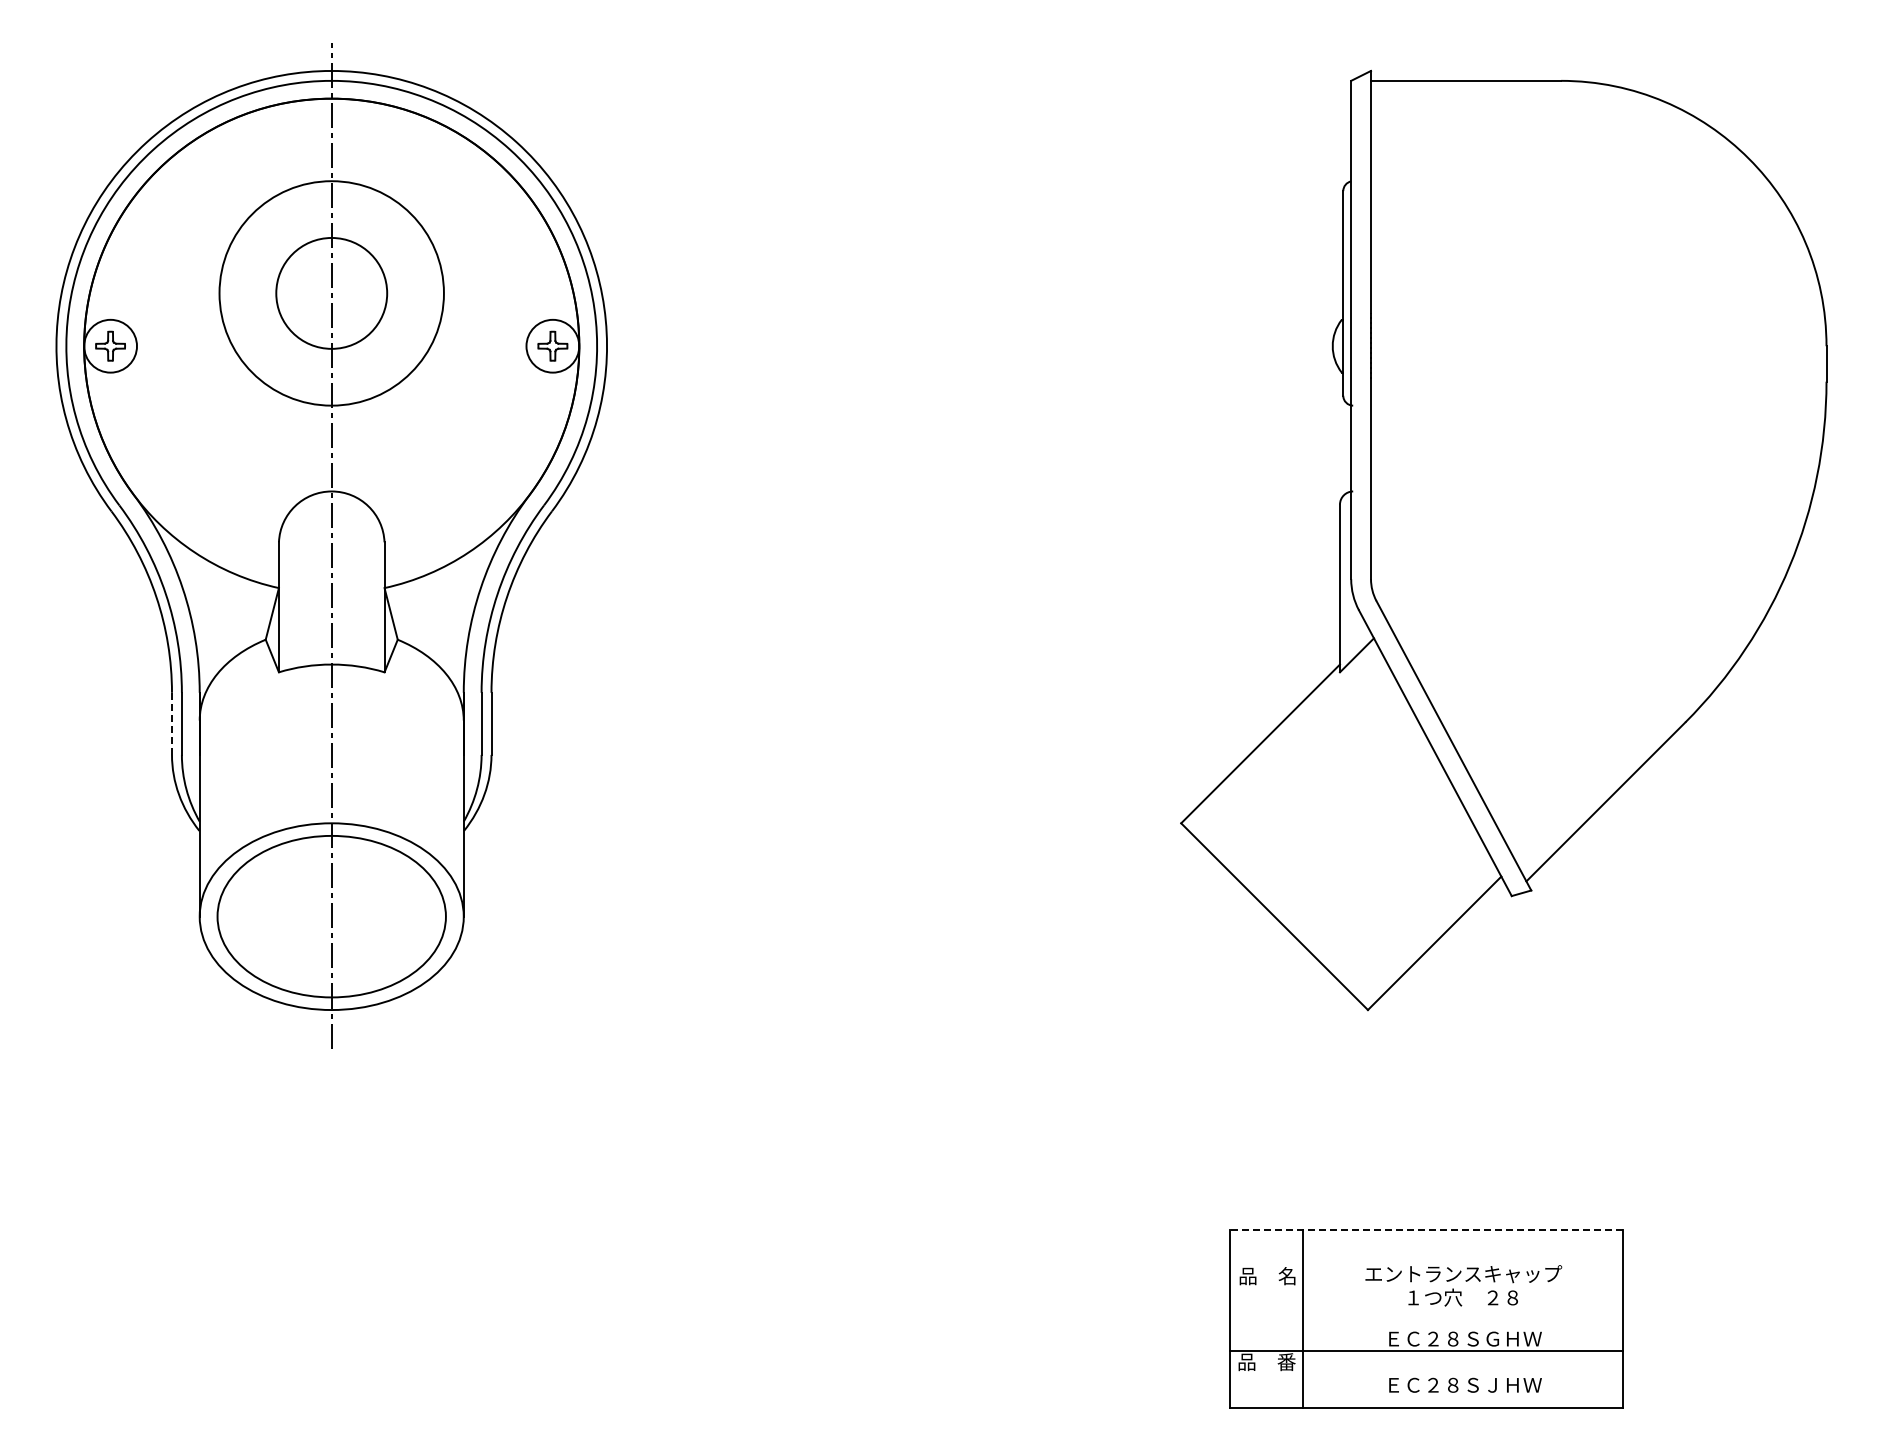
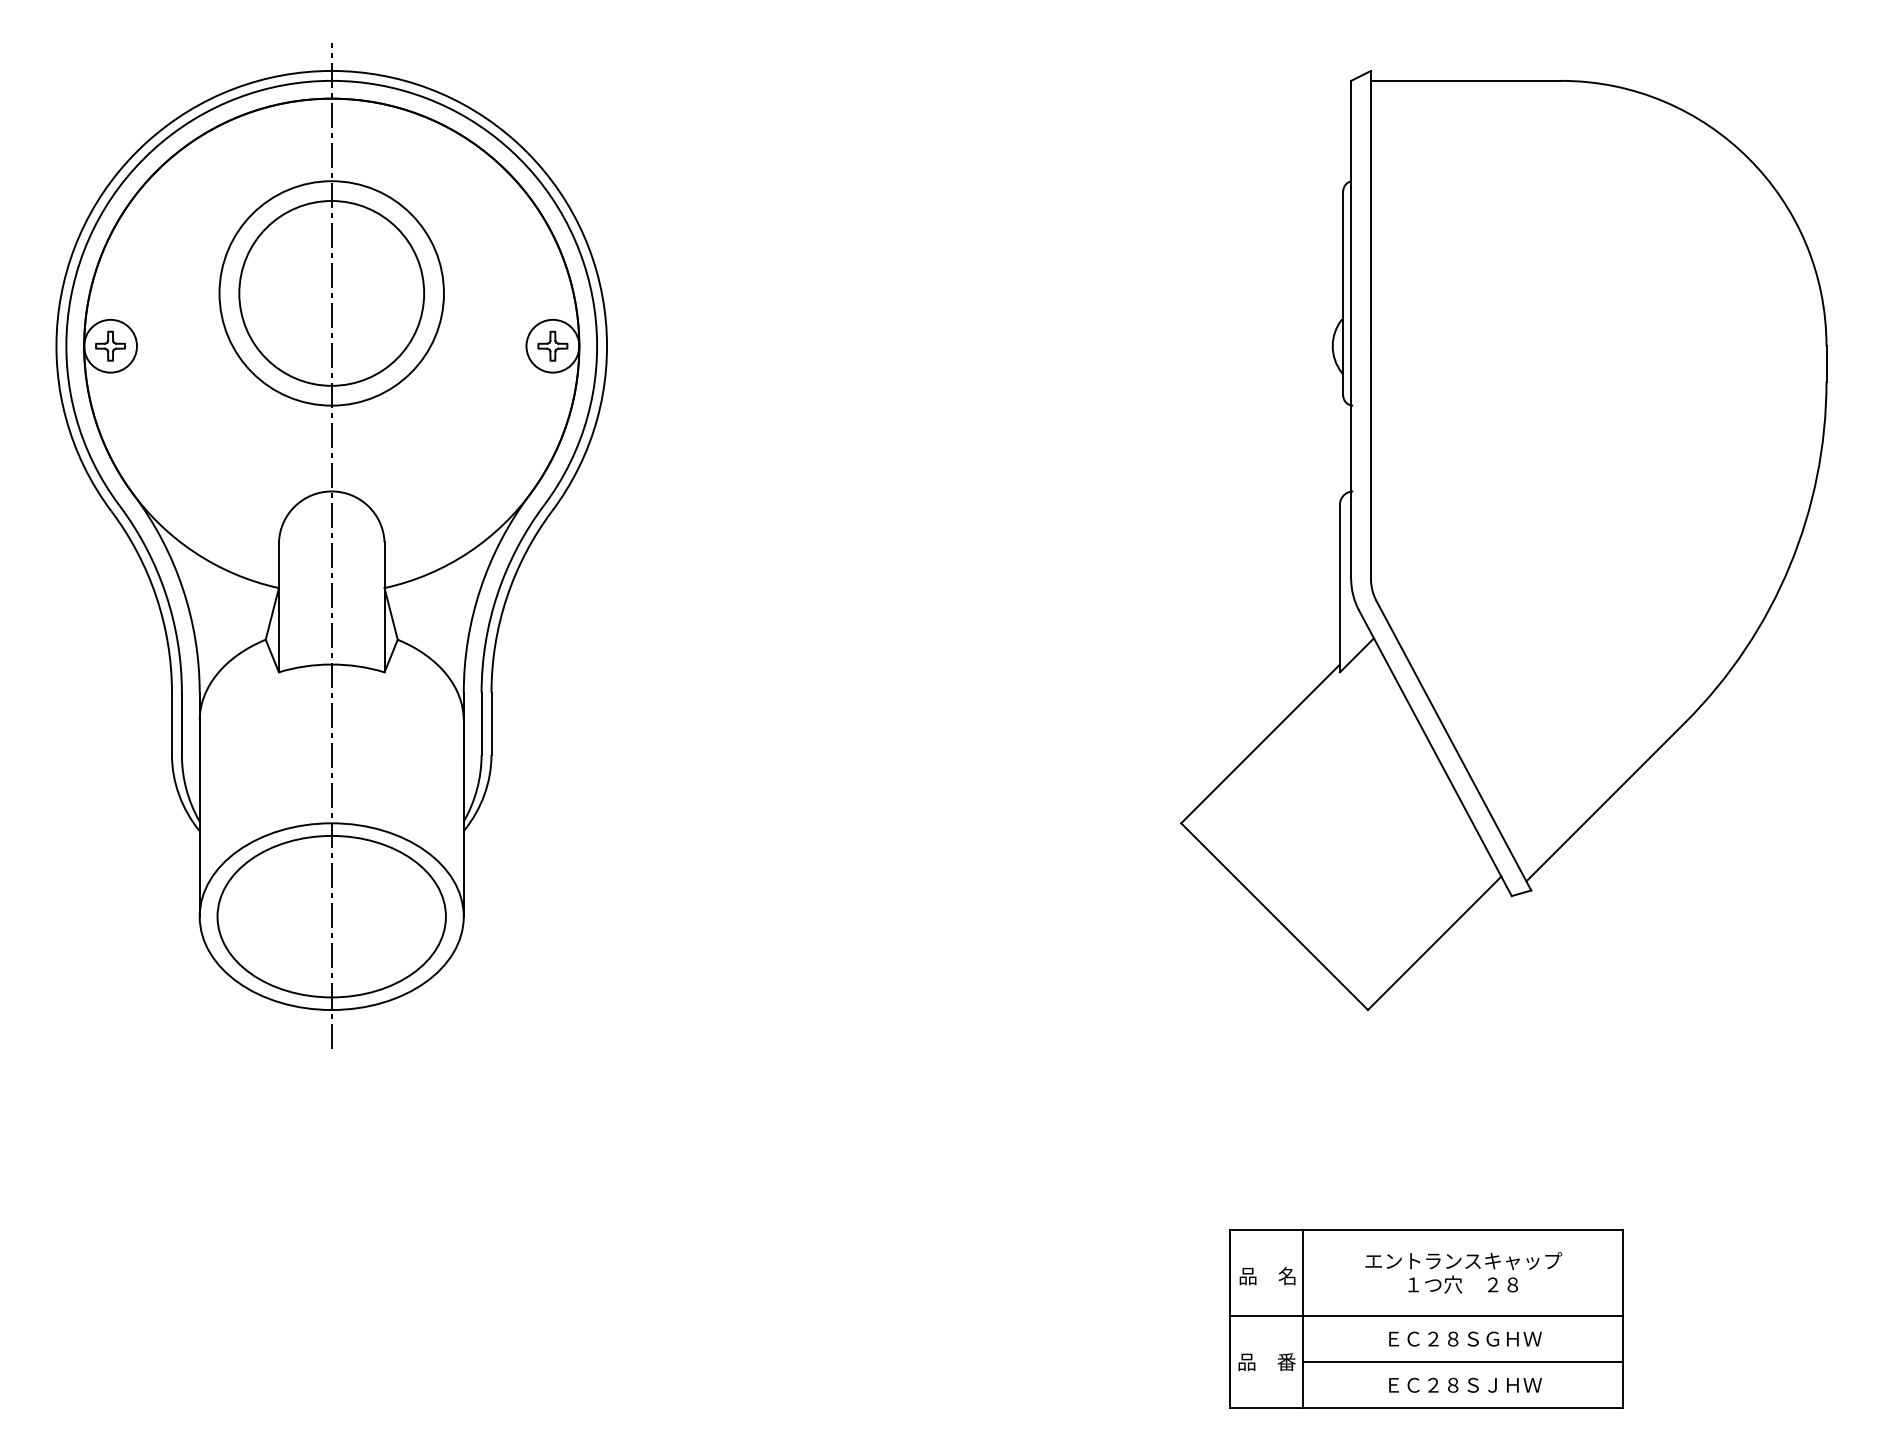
circle at (331, 292) diameter: 111 px -> 185 px
line at (172, 723): dashed -> solid
line at (1426, 1230): dashed -> solid
text at (1463, 1285) position: (1463, 1285) -> (1463, 1272)
line at (1426, 1351) position: (1426, 1351) -> (1426, 1316)
line at (1463, 1362): none -> present
